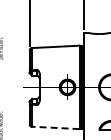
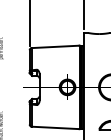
line at (55, 127): dashed -> solid
